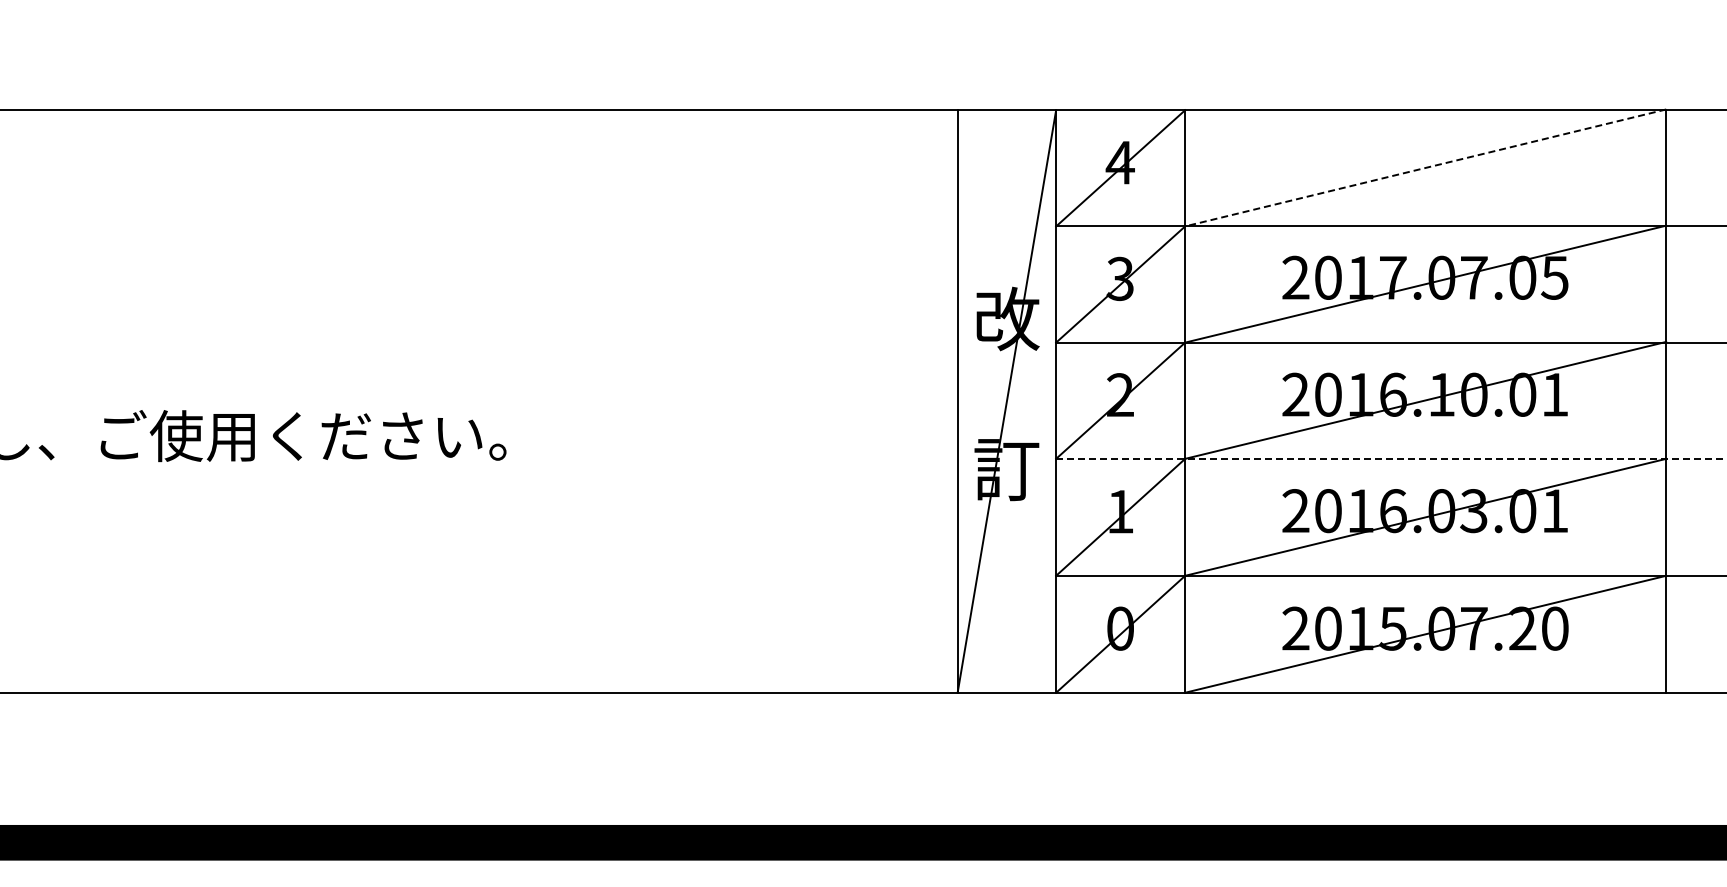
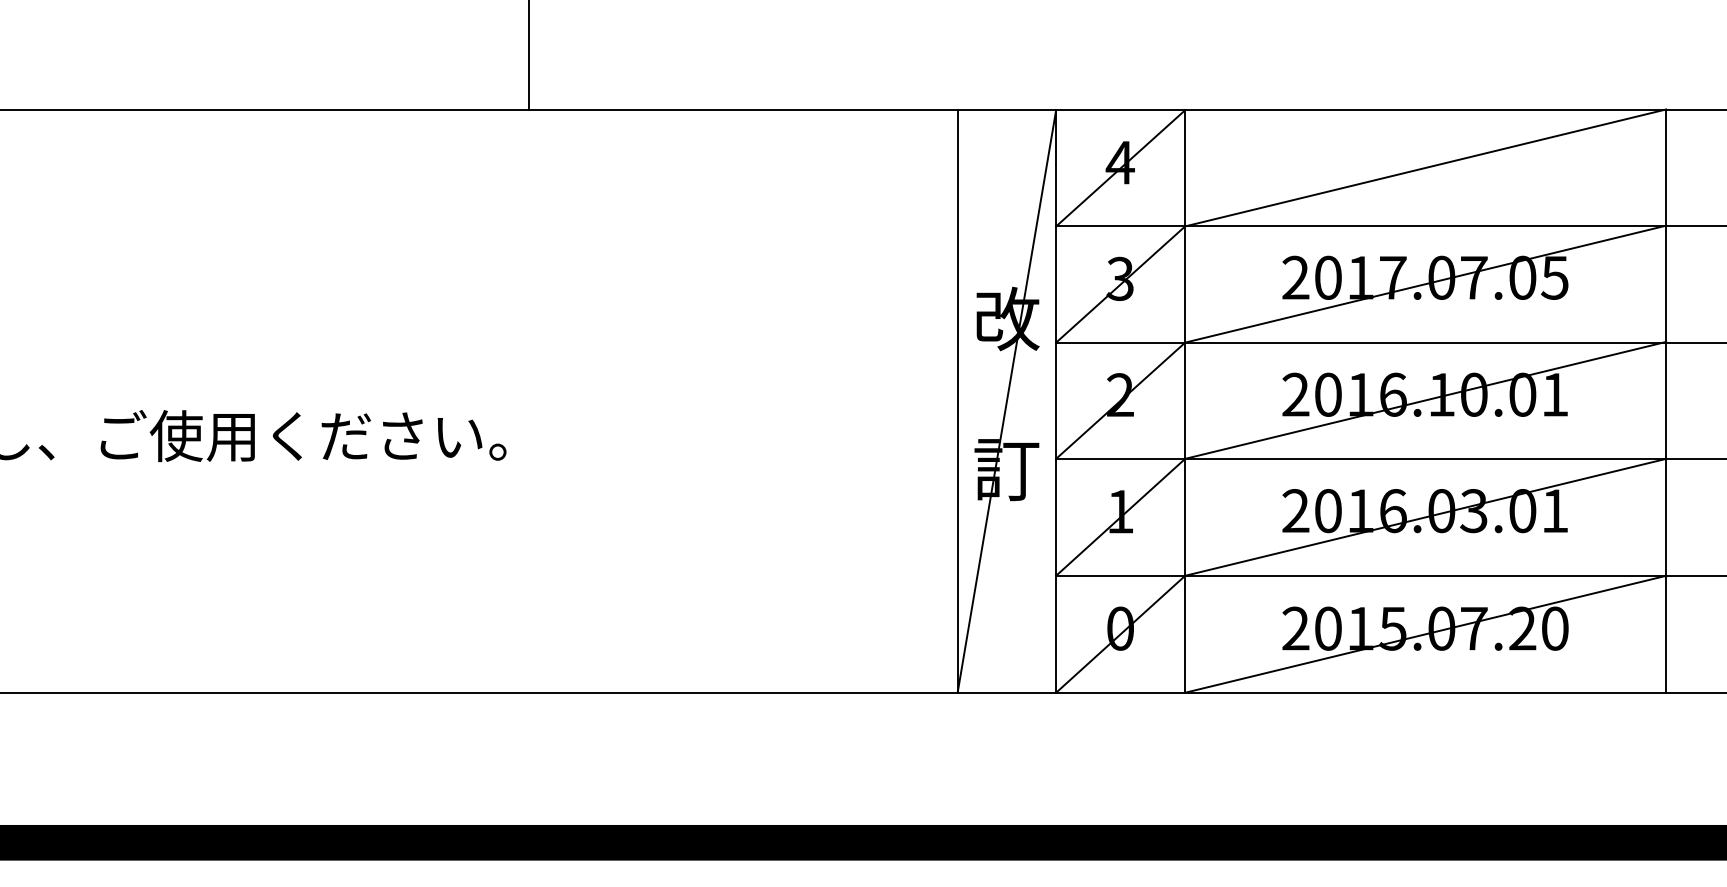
line at (529, 56): none -> present
line at (1425, 167): dashed -> solid
line at (1391, 458): dashed -> solid
